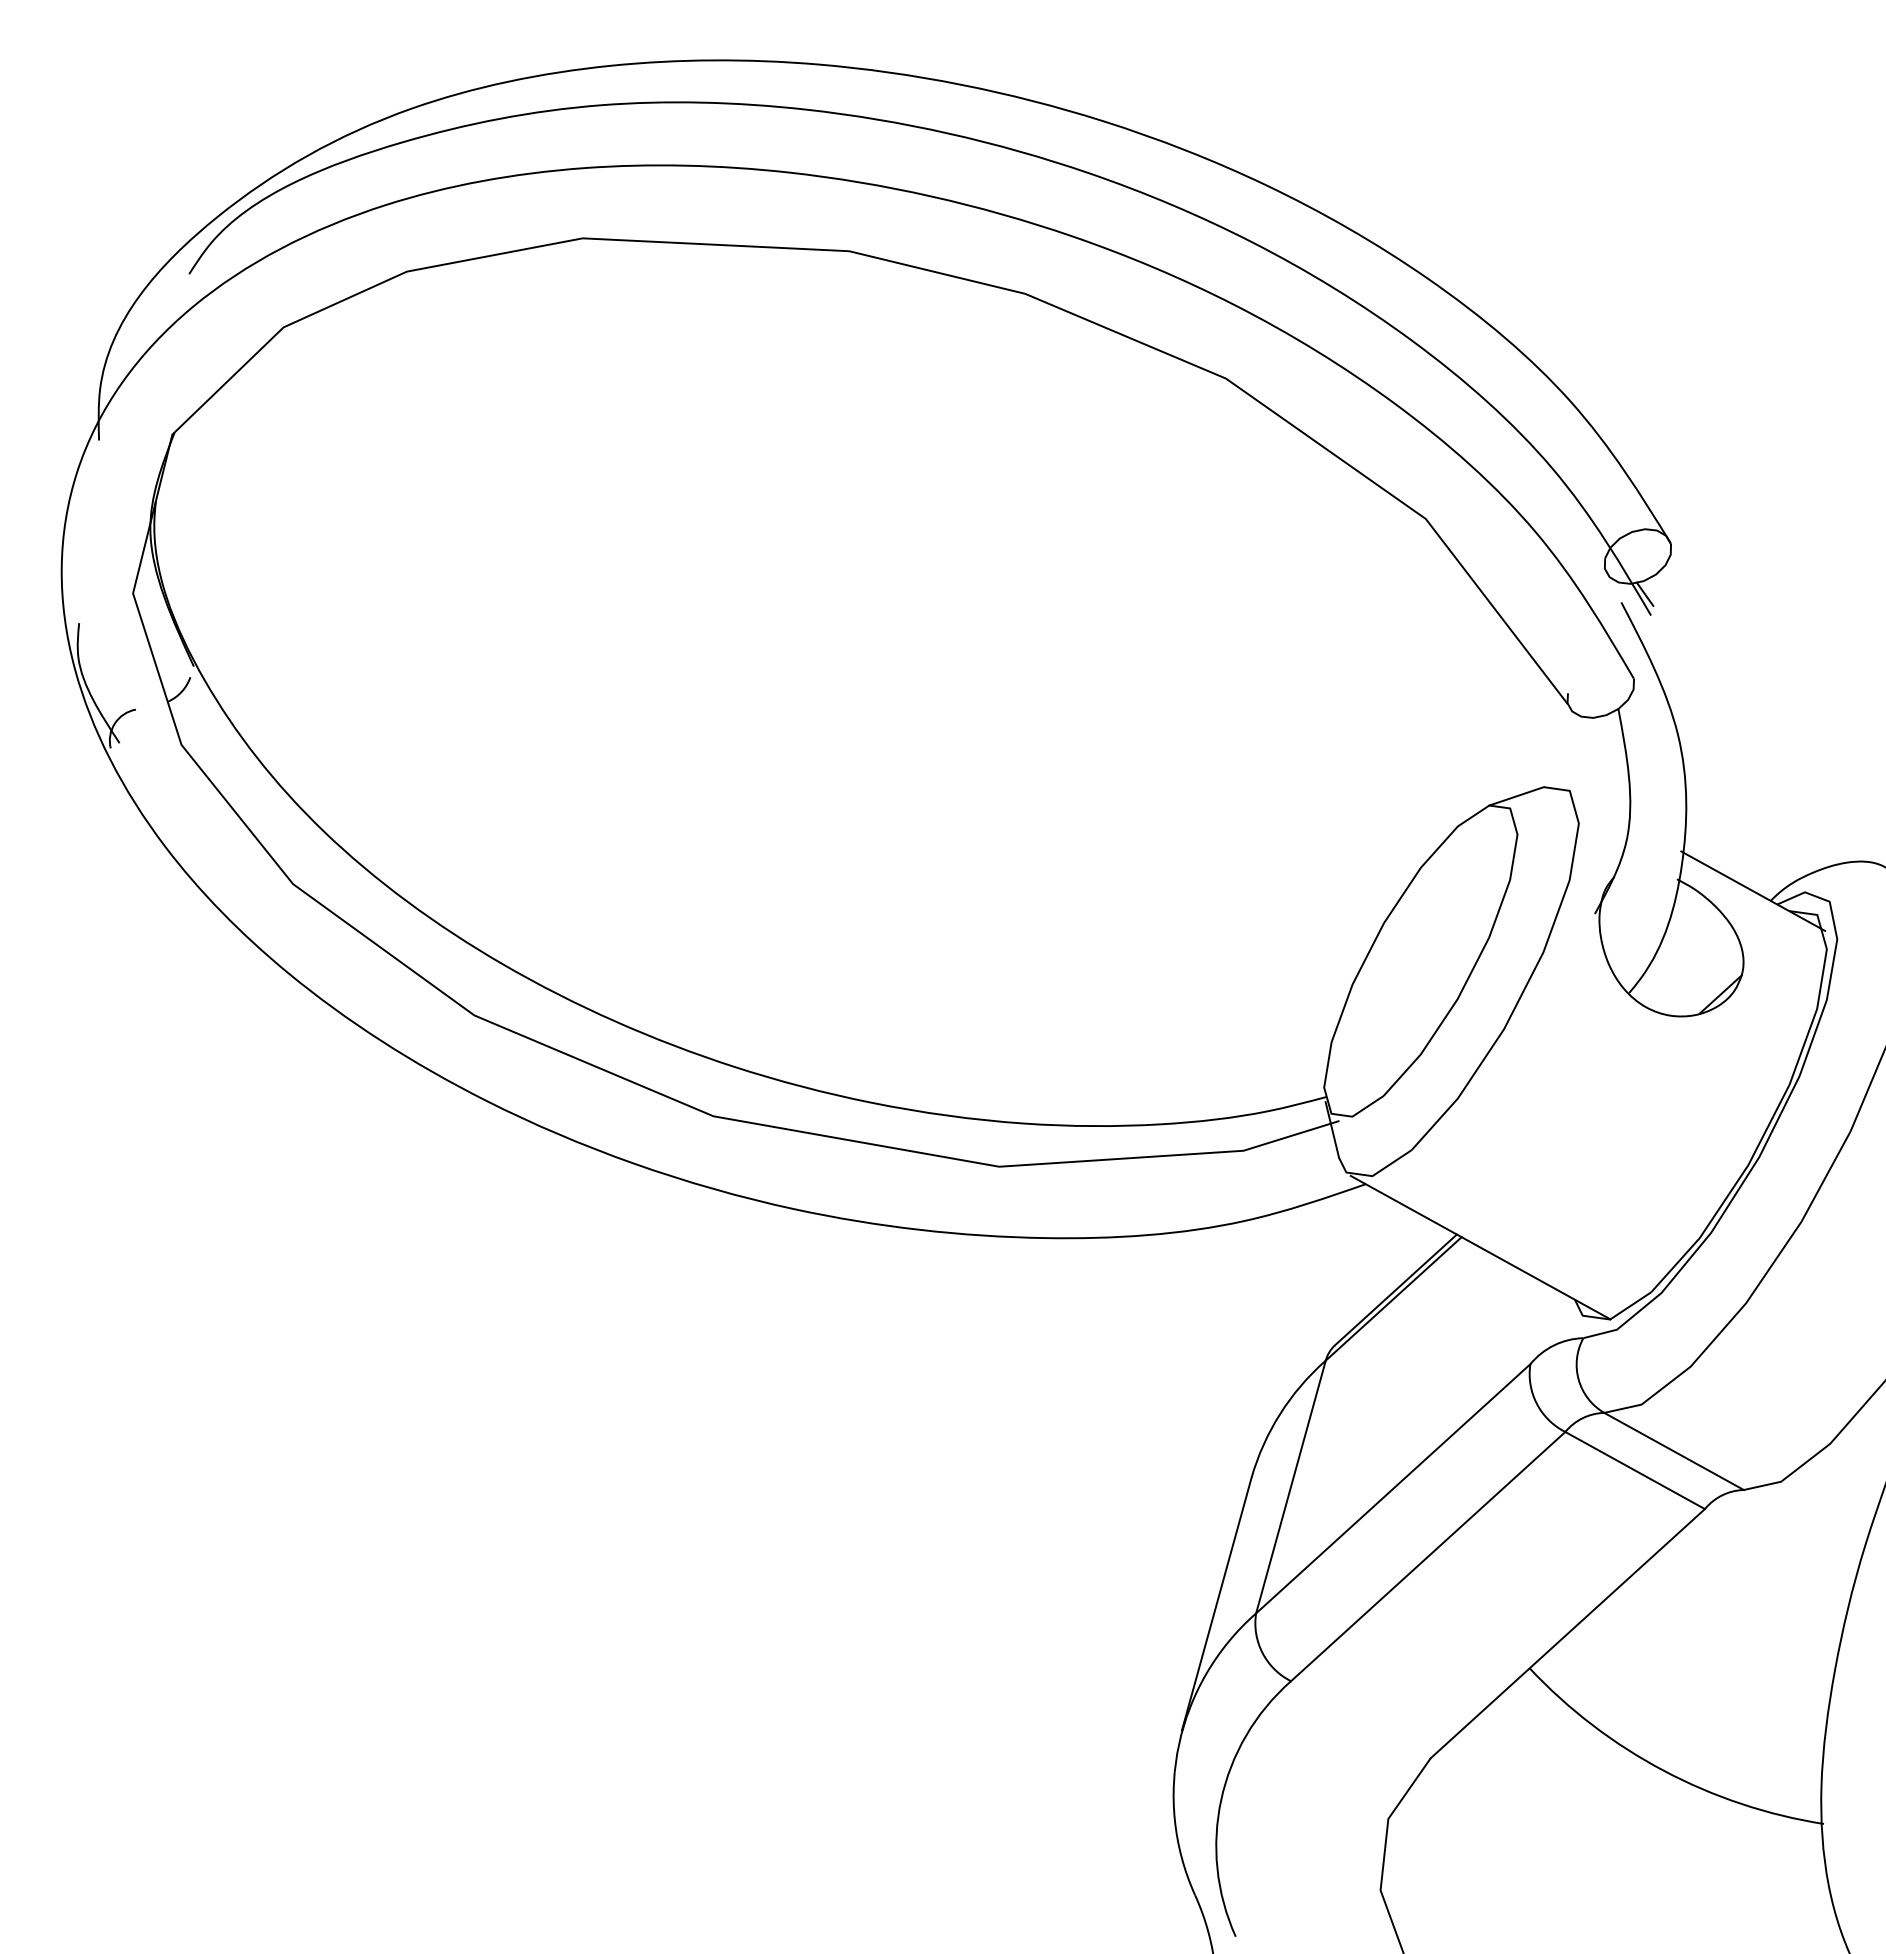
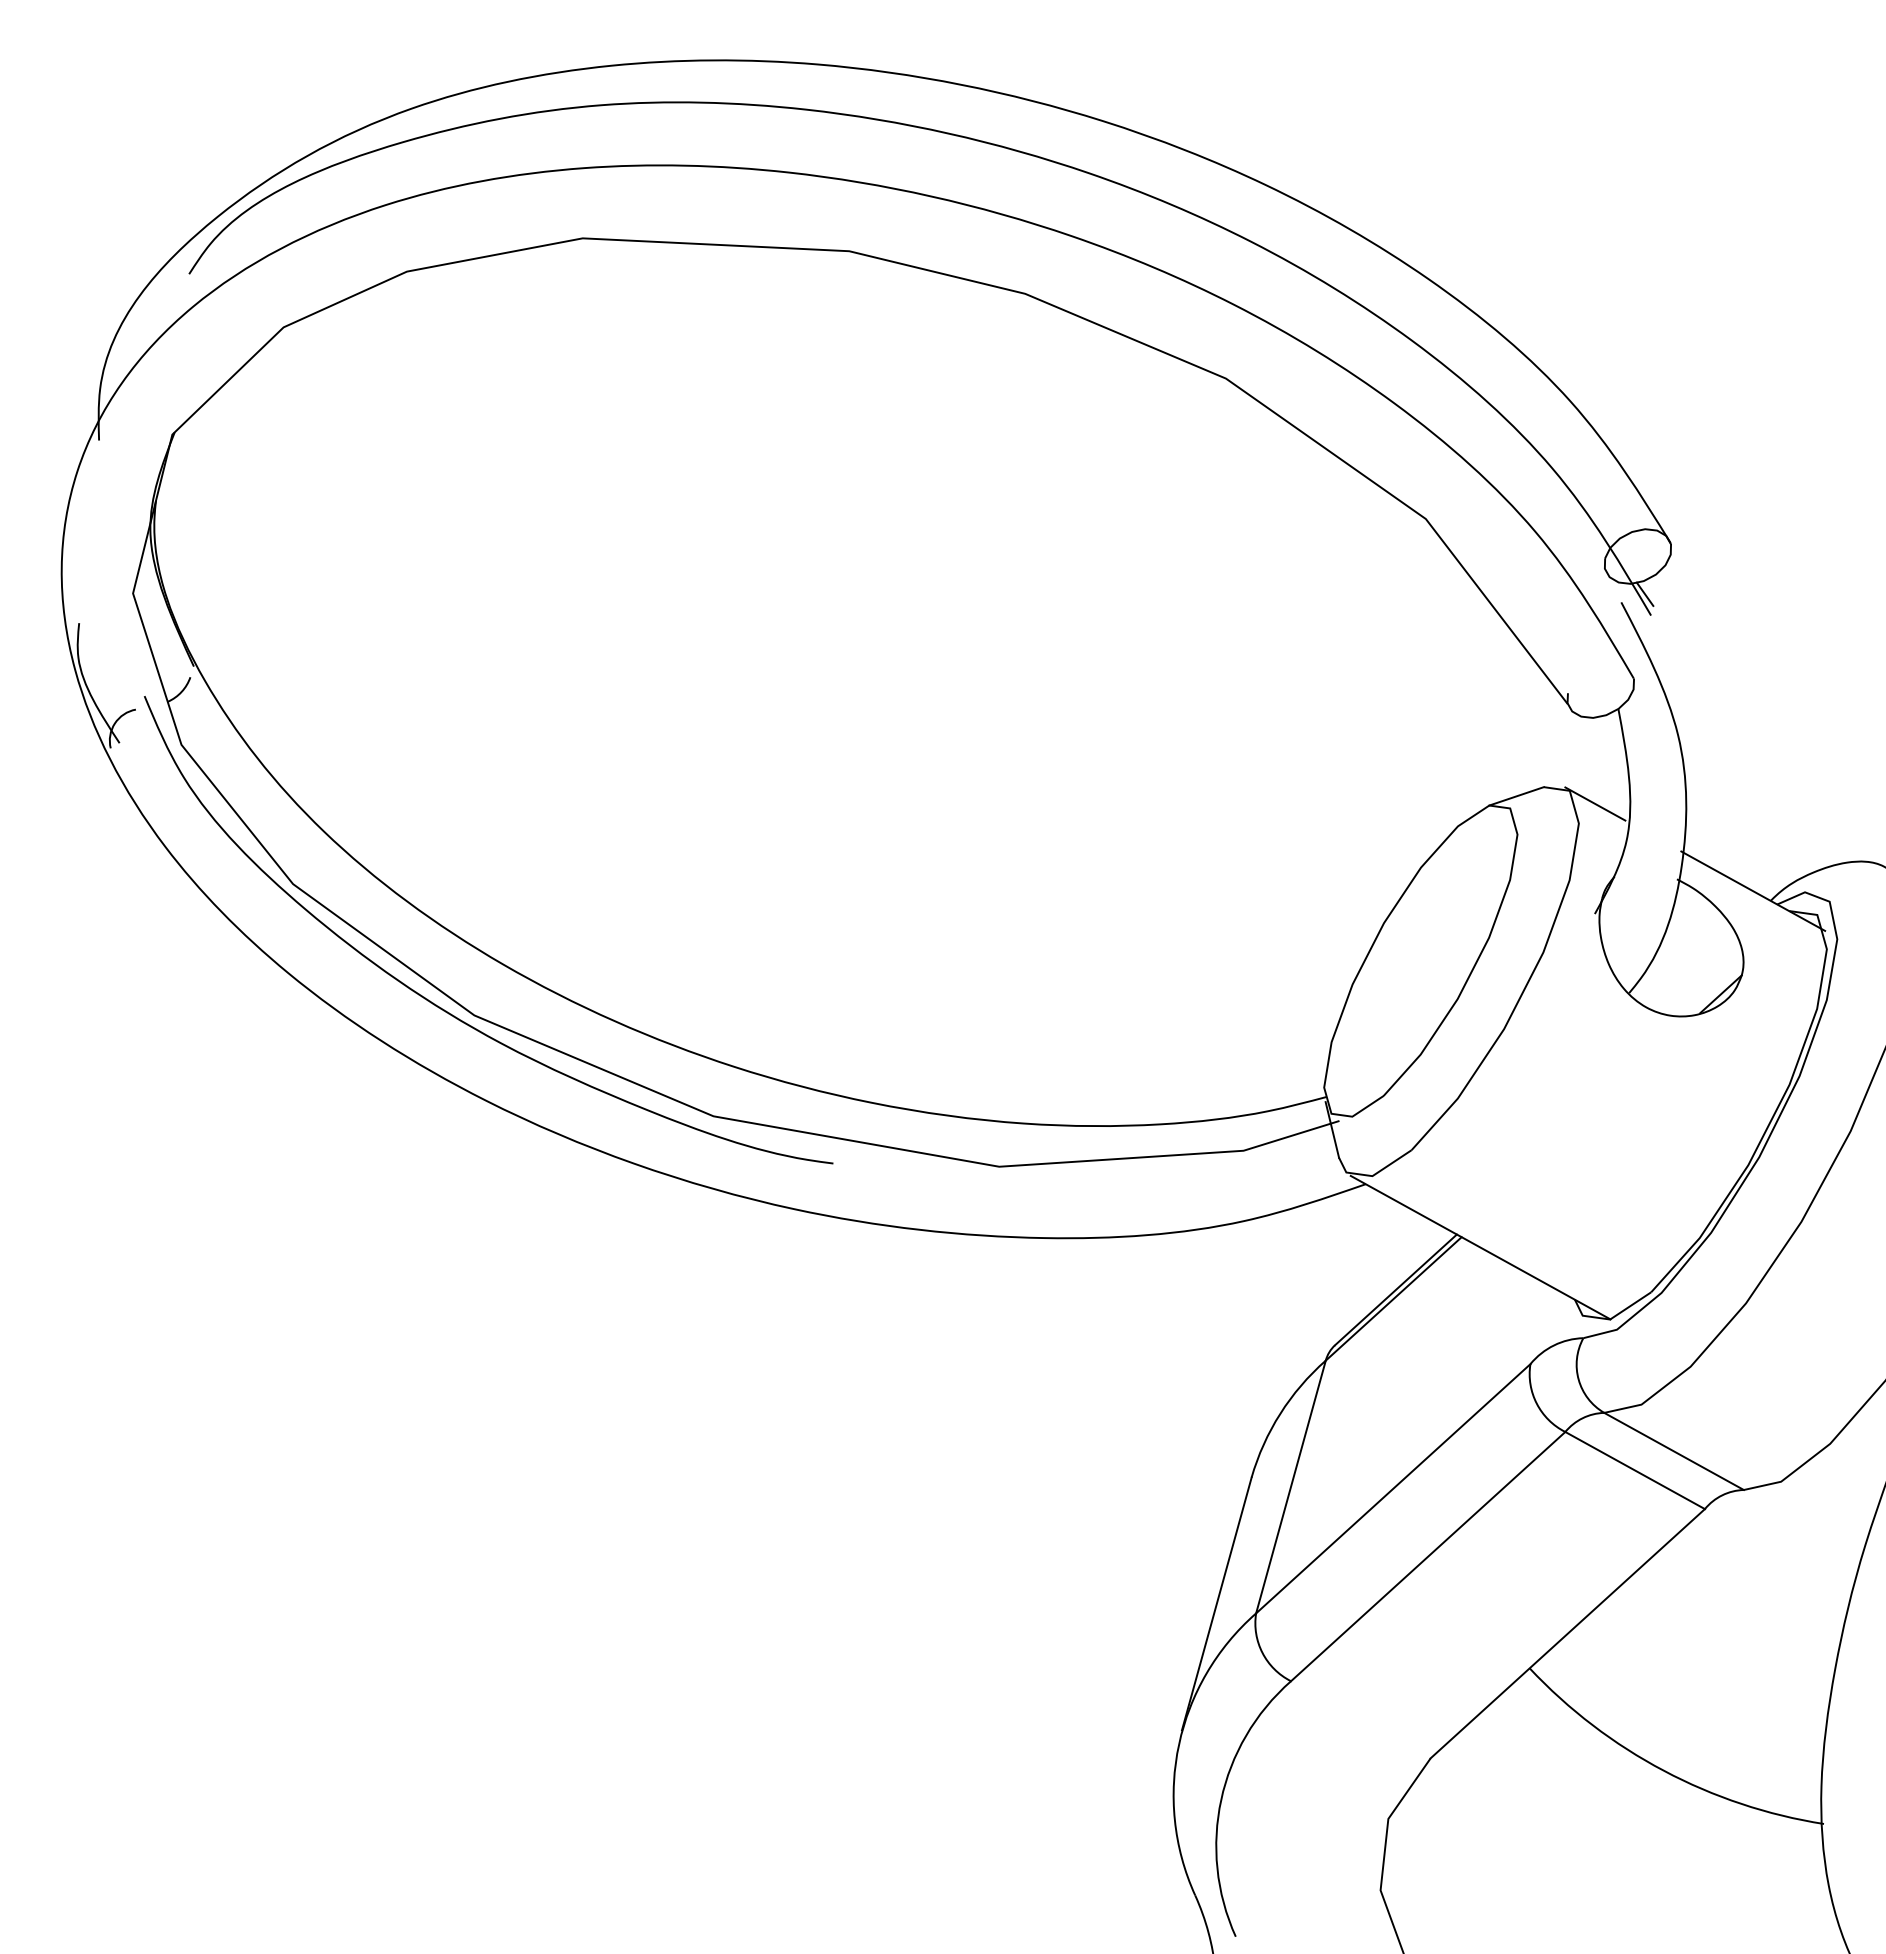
line at (1595, 803): none -> present
curve at (438, 1005): none -> present
